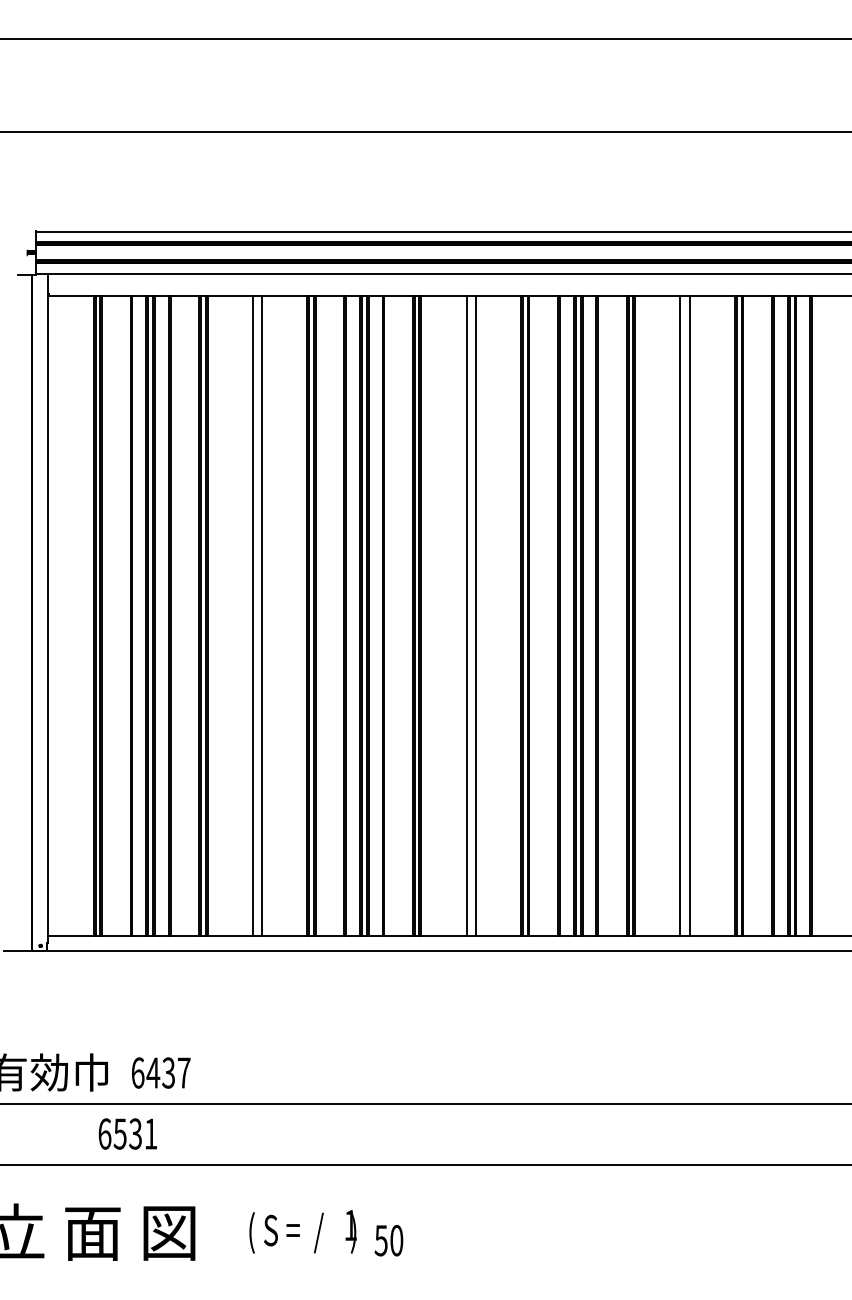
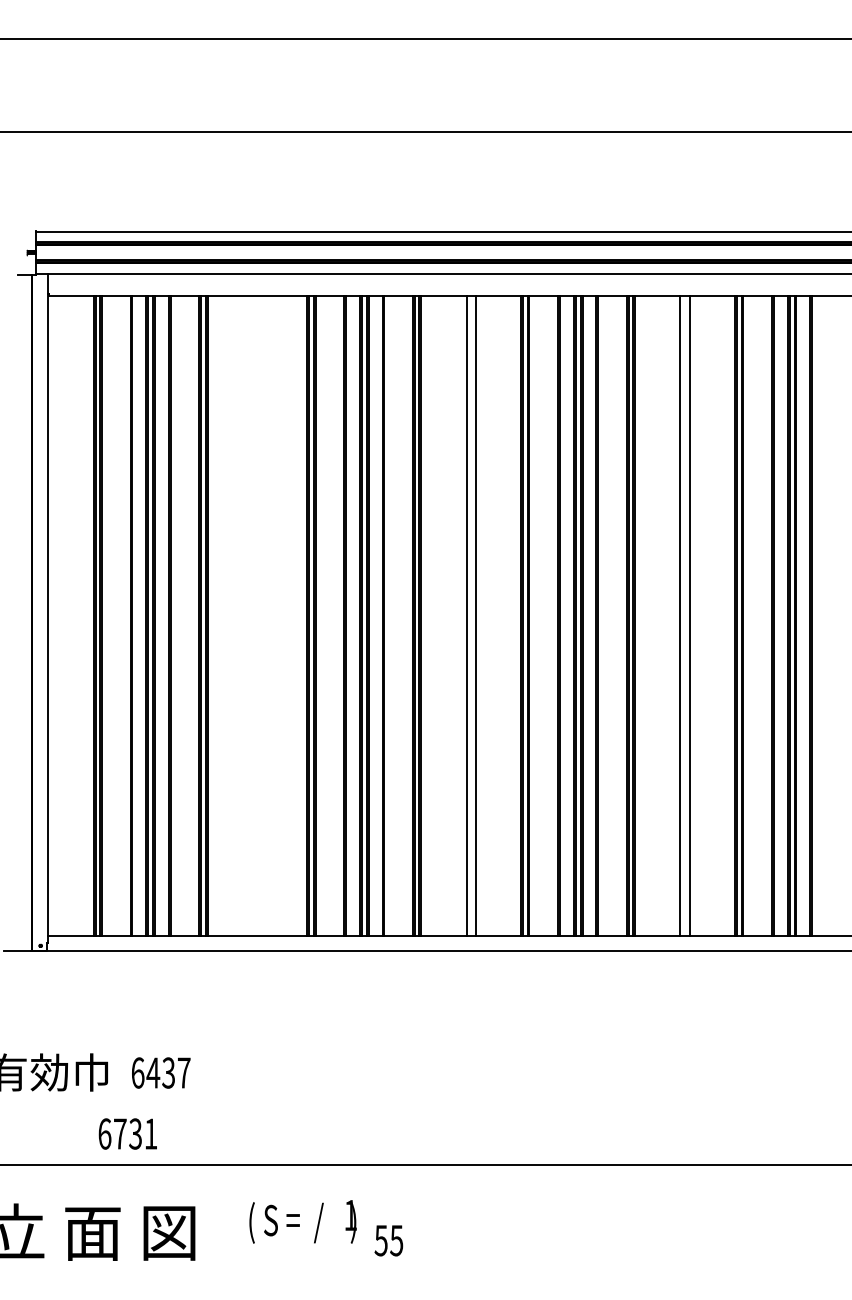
line at (252, 615): present -> none
line at (262, 615): present -> none
line at (425, 1103): present -> none
text at (119, 1133): 6531 -> 6731
text at (302, 1231) position: (302, 1231) -> (302, 1221)
text at (396, 1240): 50 -> 55
